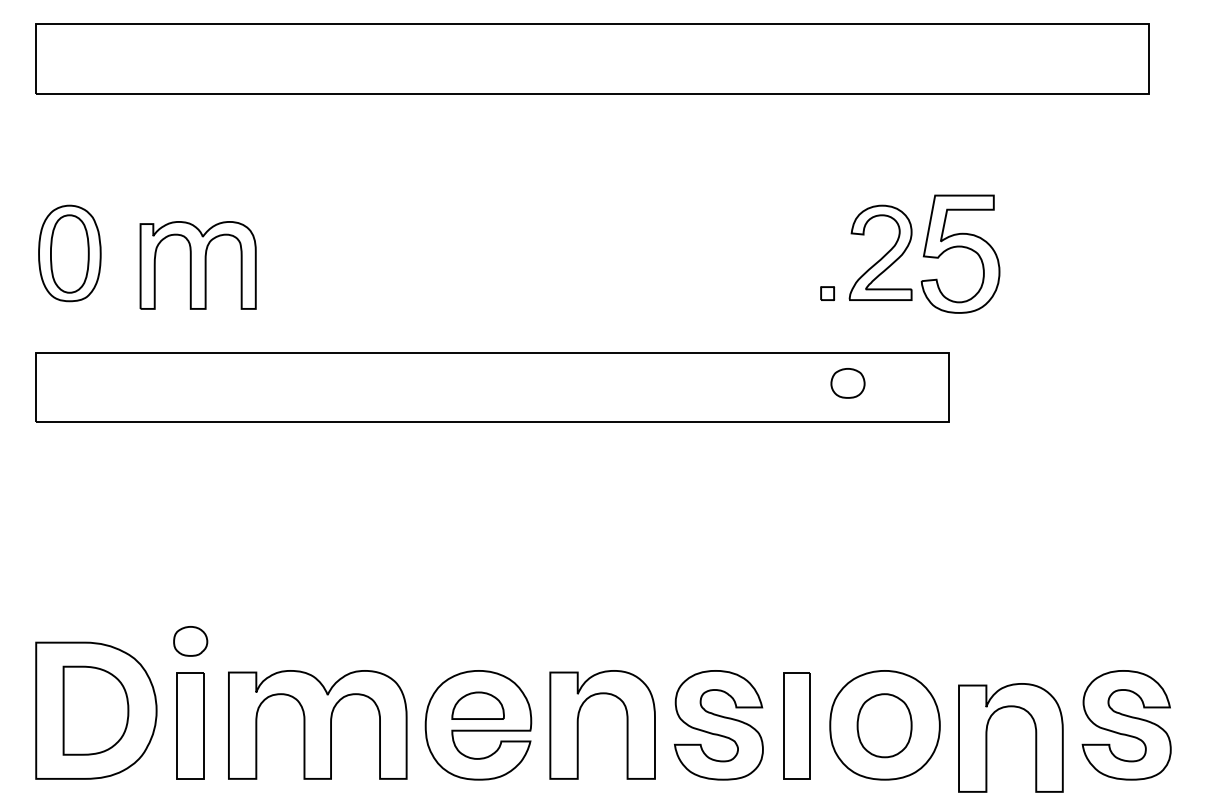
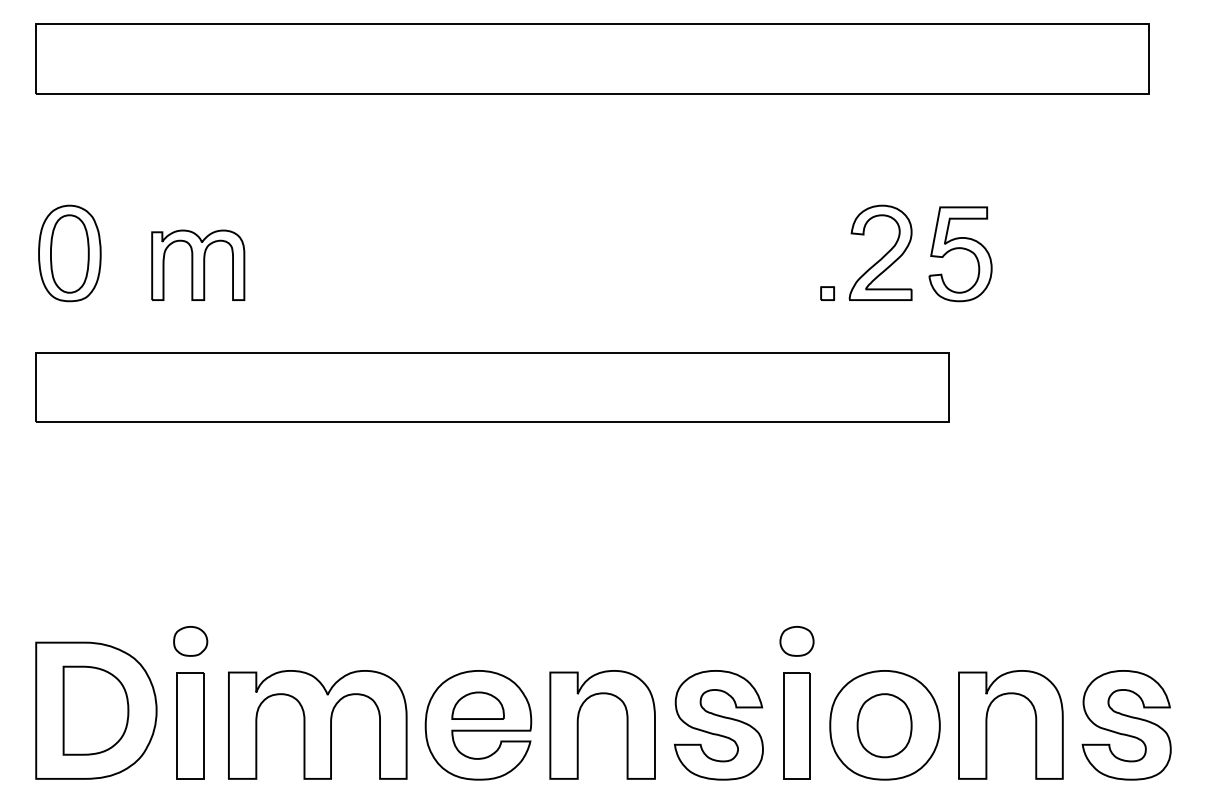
part at (960, 253) size: 81x120 px -> 65x97 px
part at (197, 265) size: 118x89 px -> 95x72 px
part at (847, 383) position: (847, 383) -> (796, 641)
part at (987, 737) position: (987, 737) -> (987, 724)
